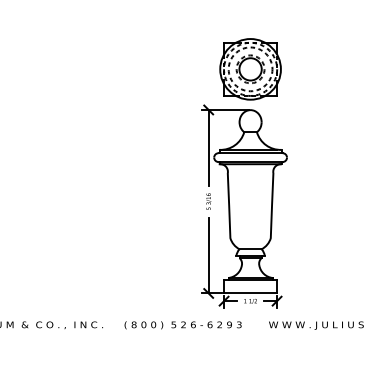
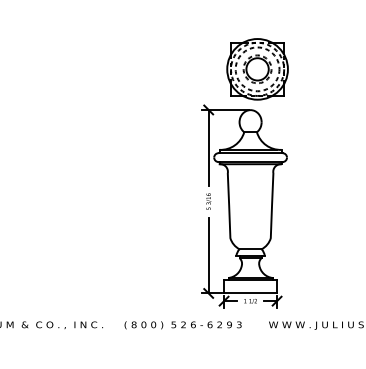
part at (250, 69) position: (250, 69) -> (257, 69)
